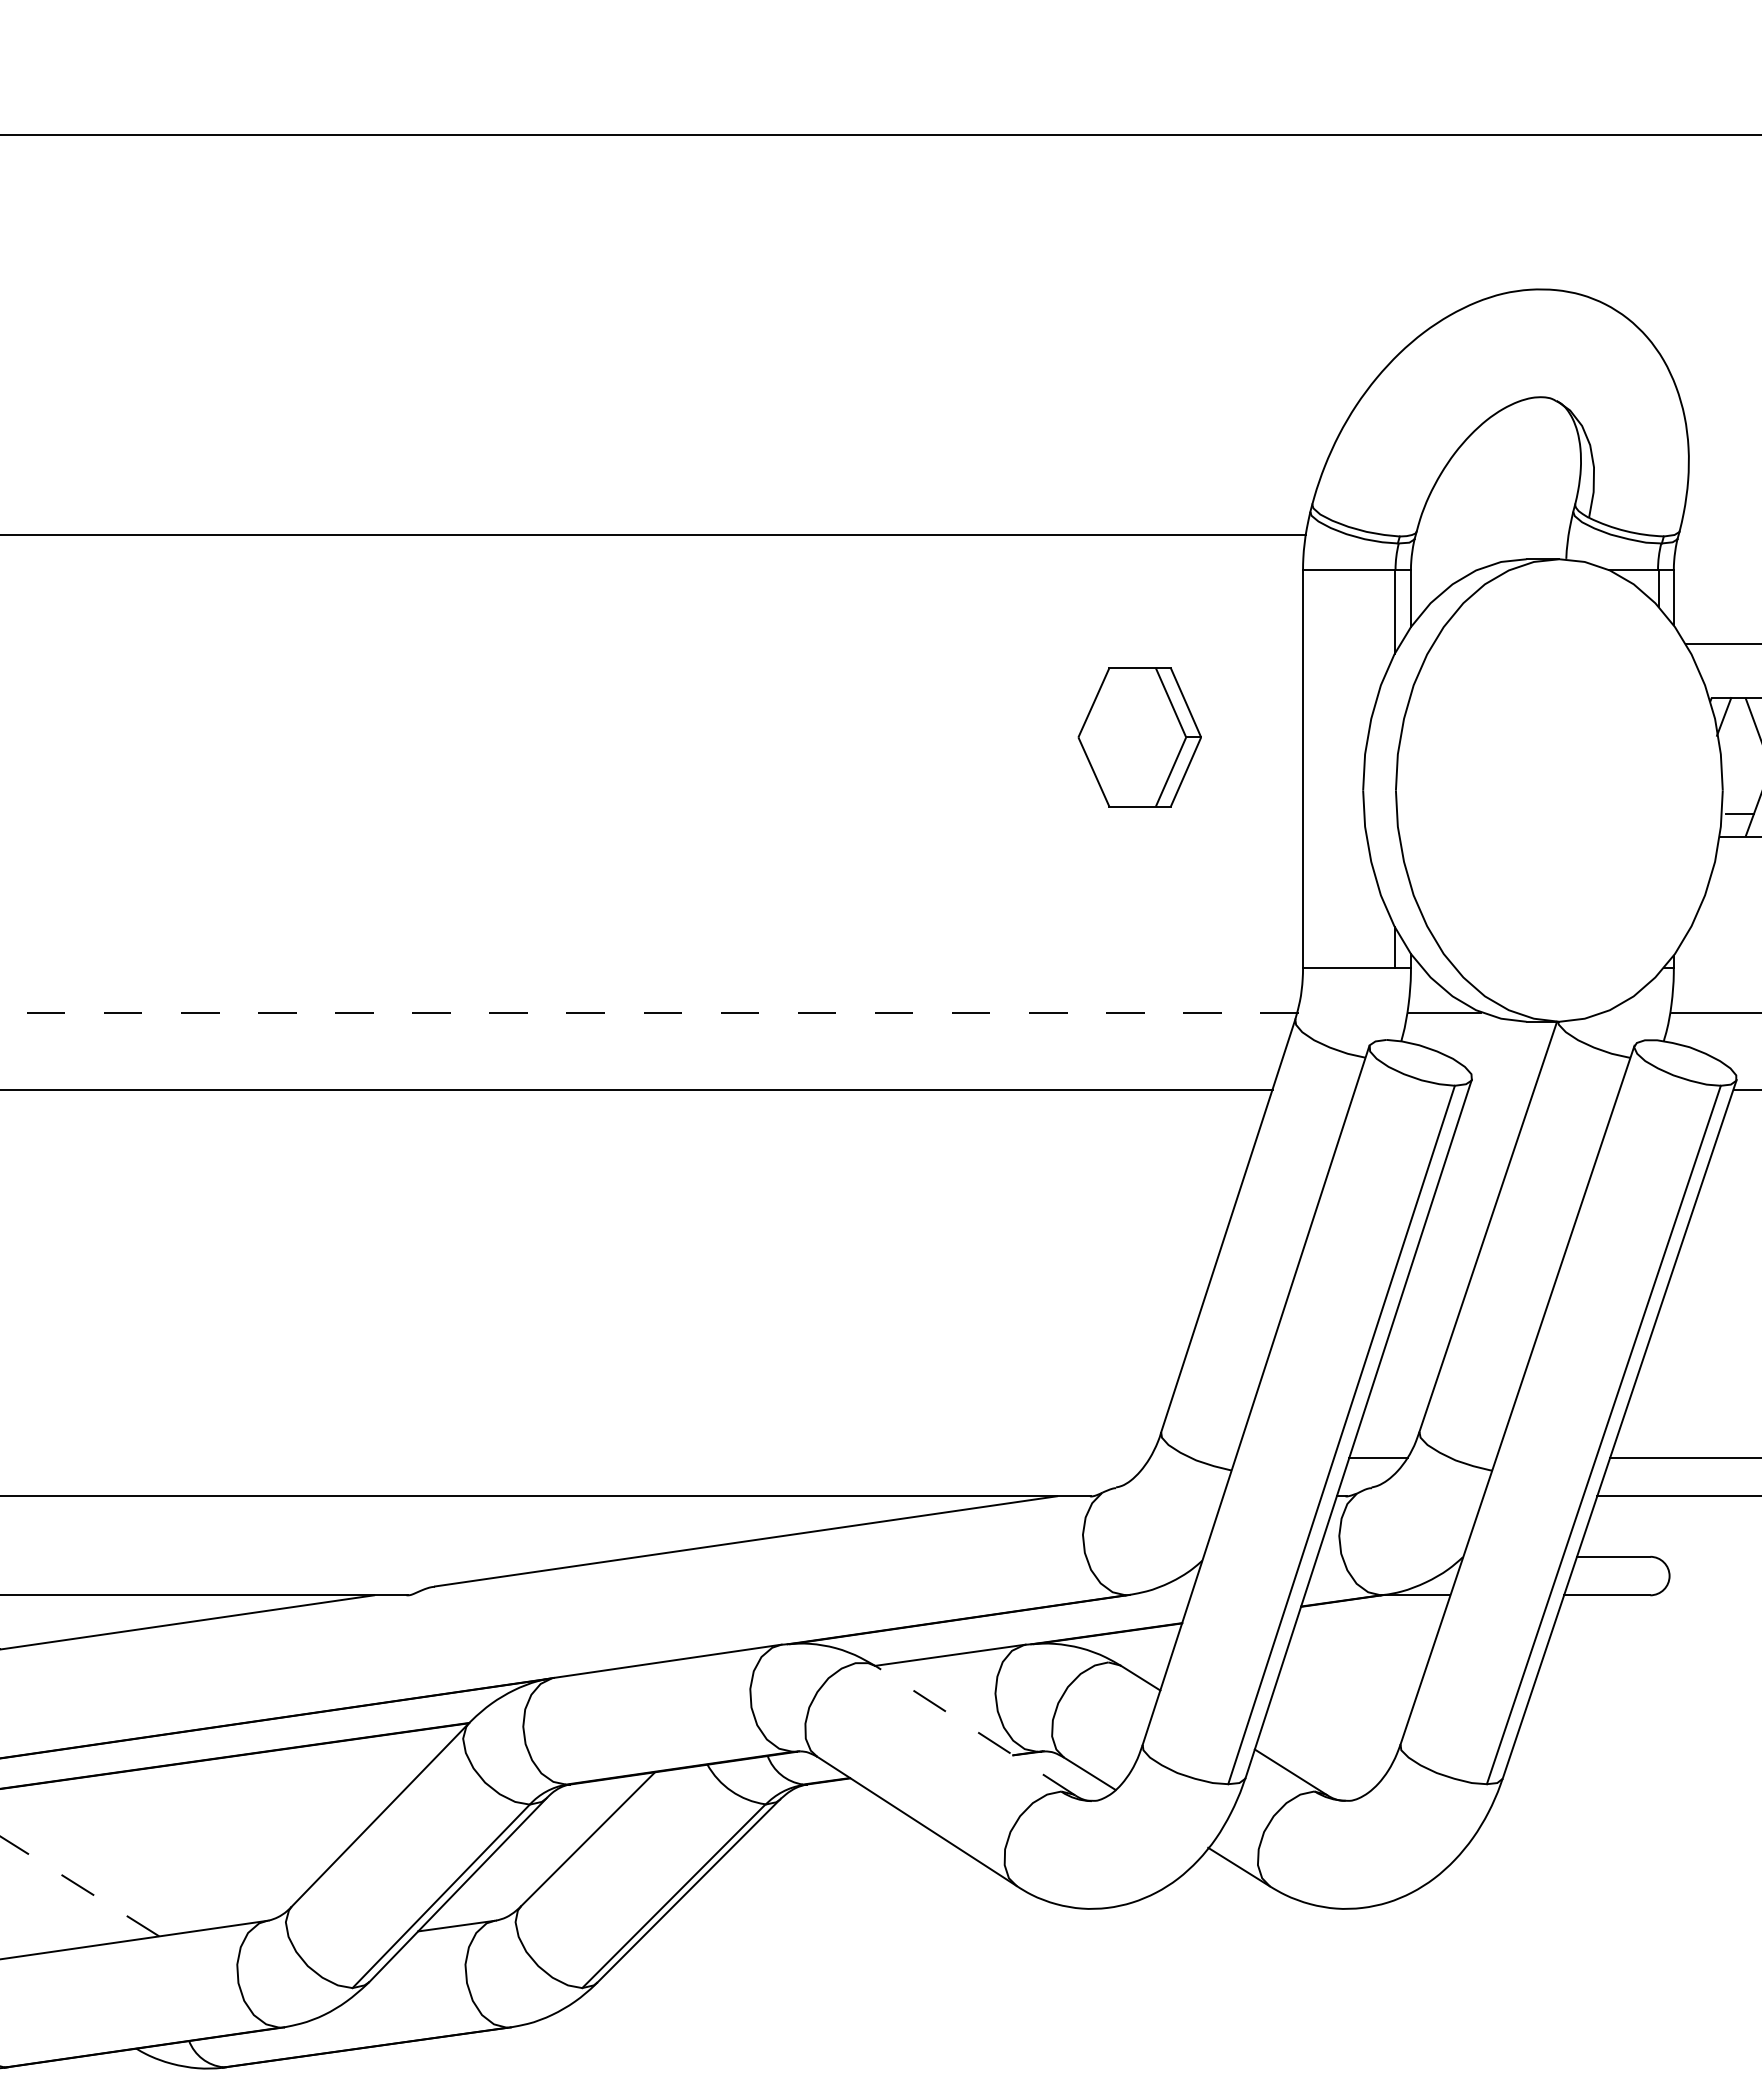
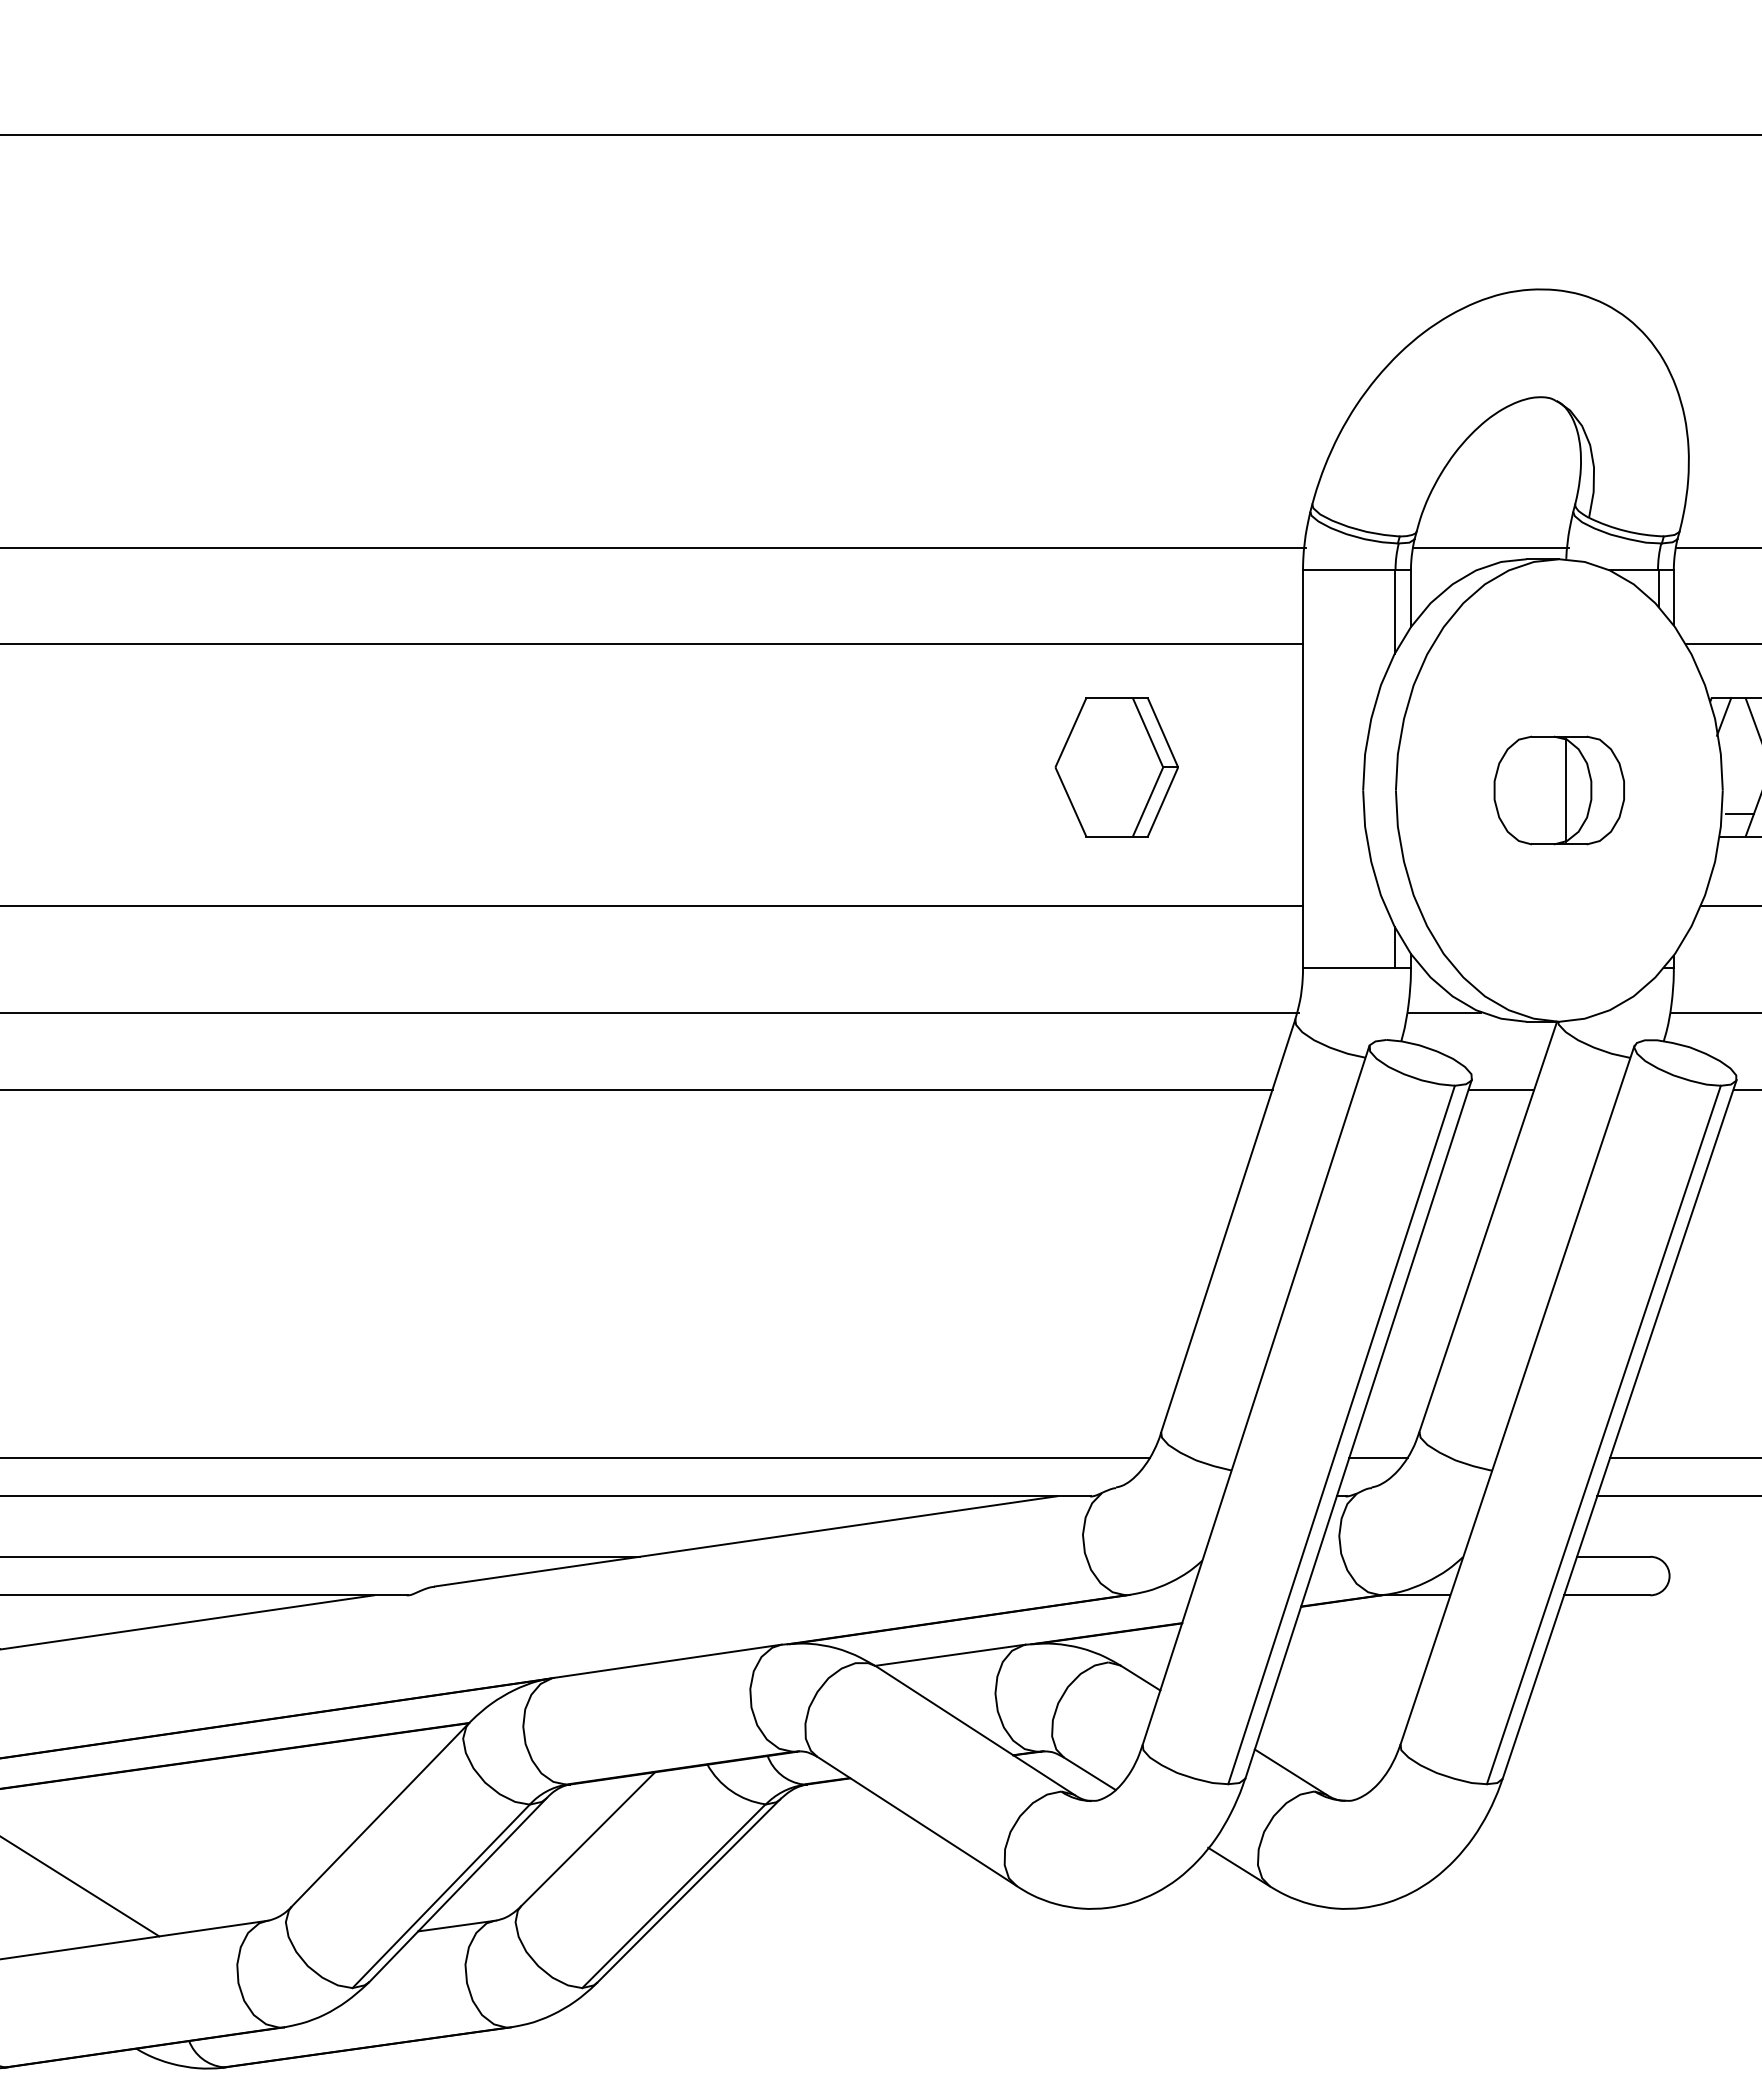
line at (654, 535) position: (654, 535) -> (654, 548)
line at (1491, 548): none -> present
line at (1717, 548): none -> present
line at (652, 643): none -> present
part at (1139, 737) position: (1139, 737) -> (1116, 767)
part at (1558, 790): none -> present
line at (652, 906): none -> present
line at (1729, 906): none -> present
line at (648, 1012): dashed -> solid
line at (1501, 1089): none -> present
line at (576, 1457): none -> present
line at (321, 1556): none -> present
line at (975, 1730): dashed -> solid
line at (80, 1886): dashed -> solid
